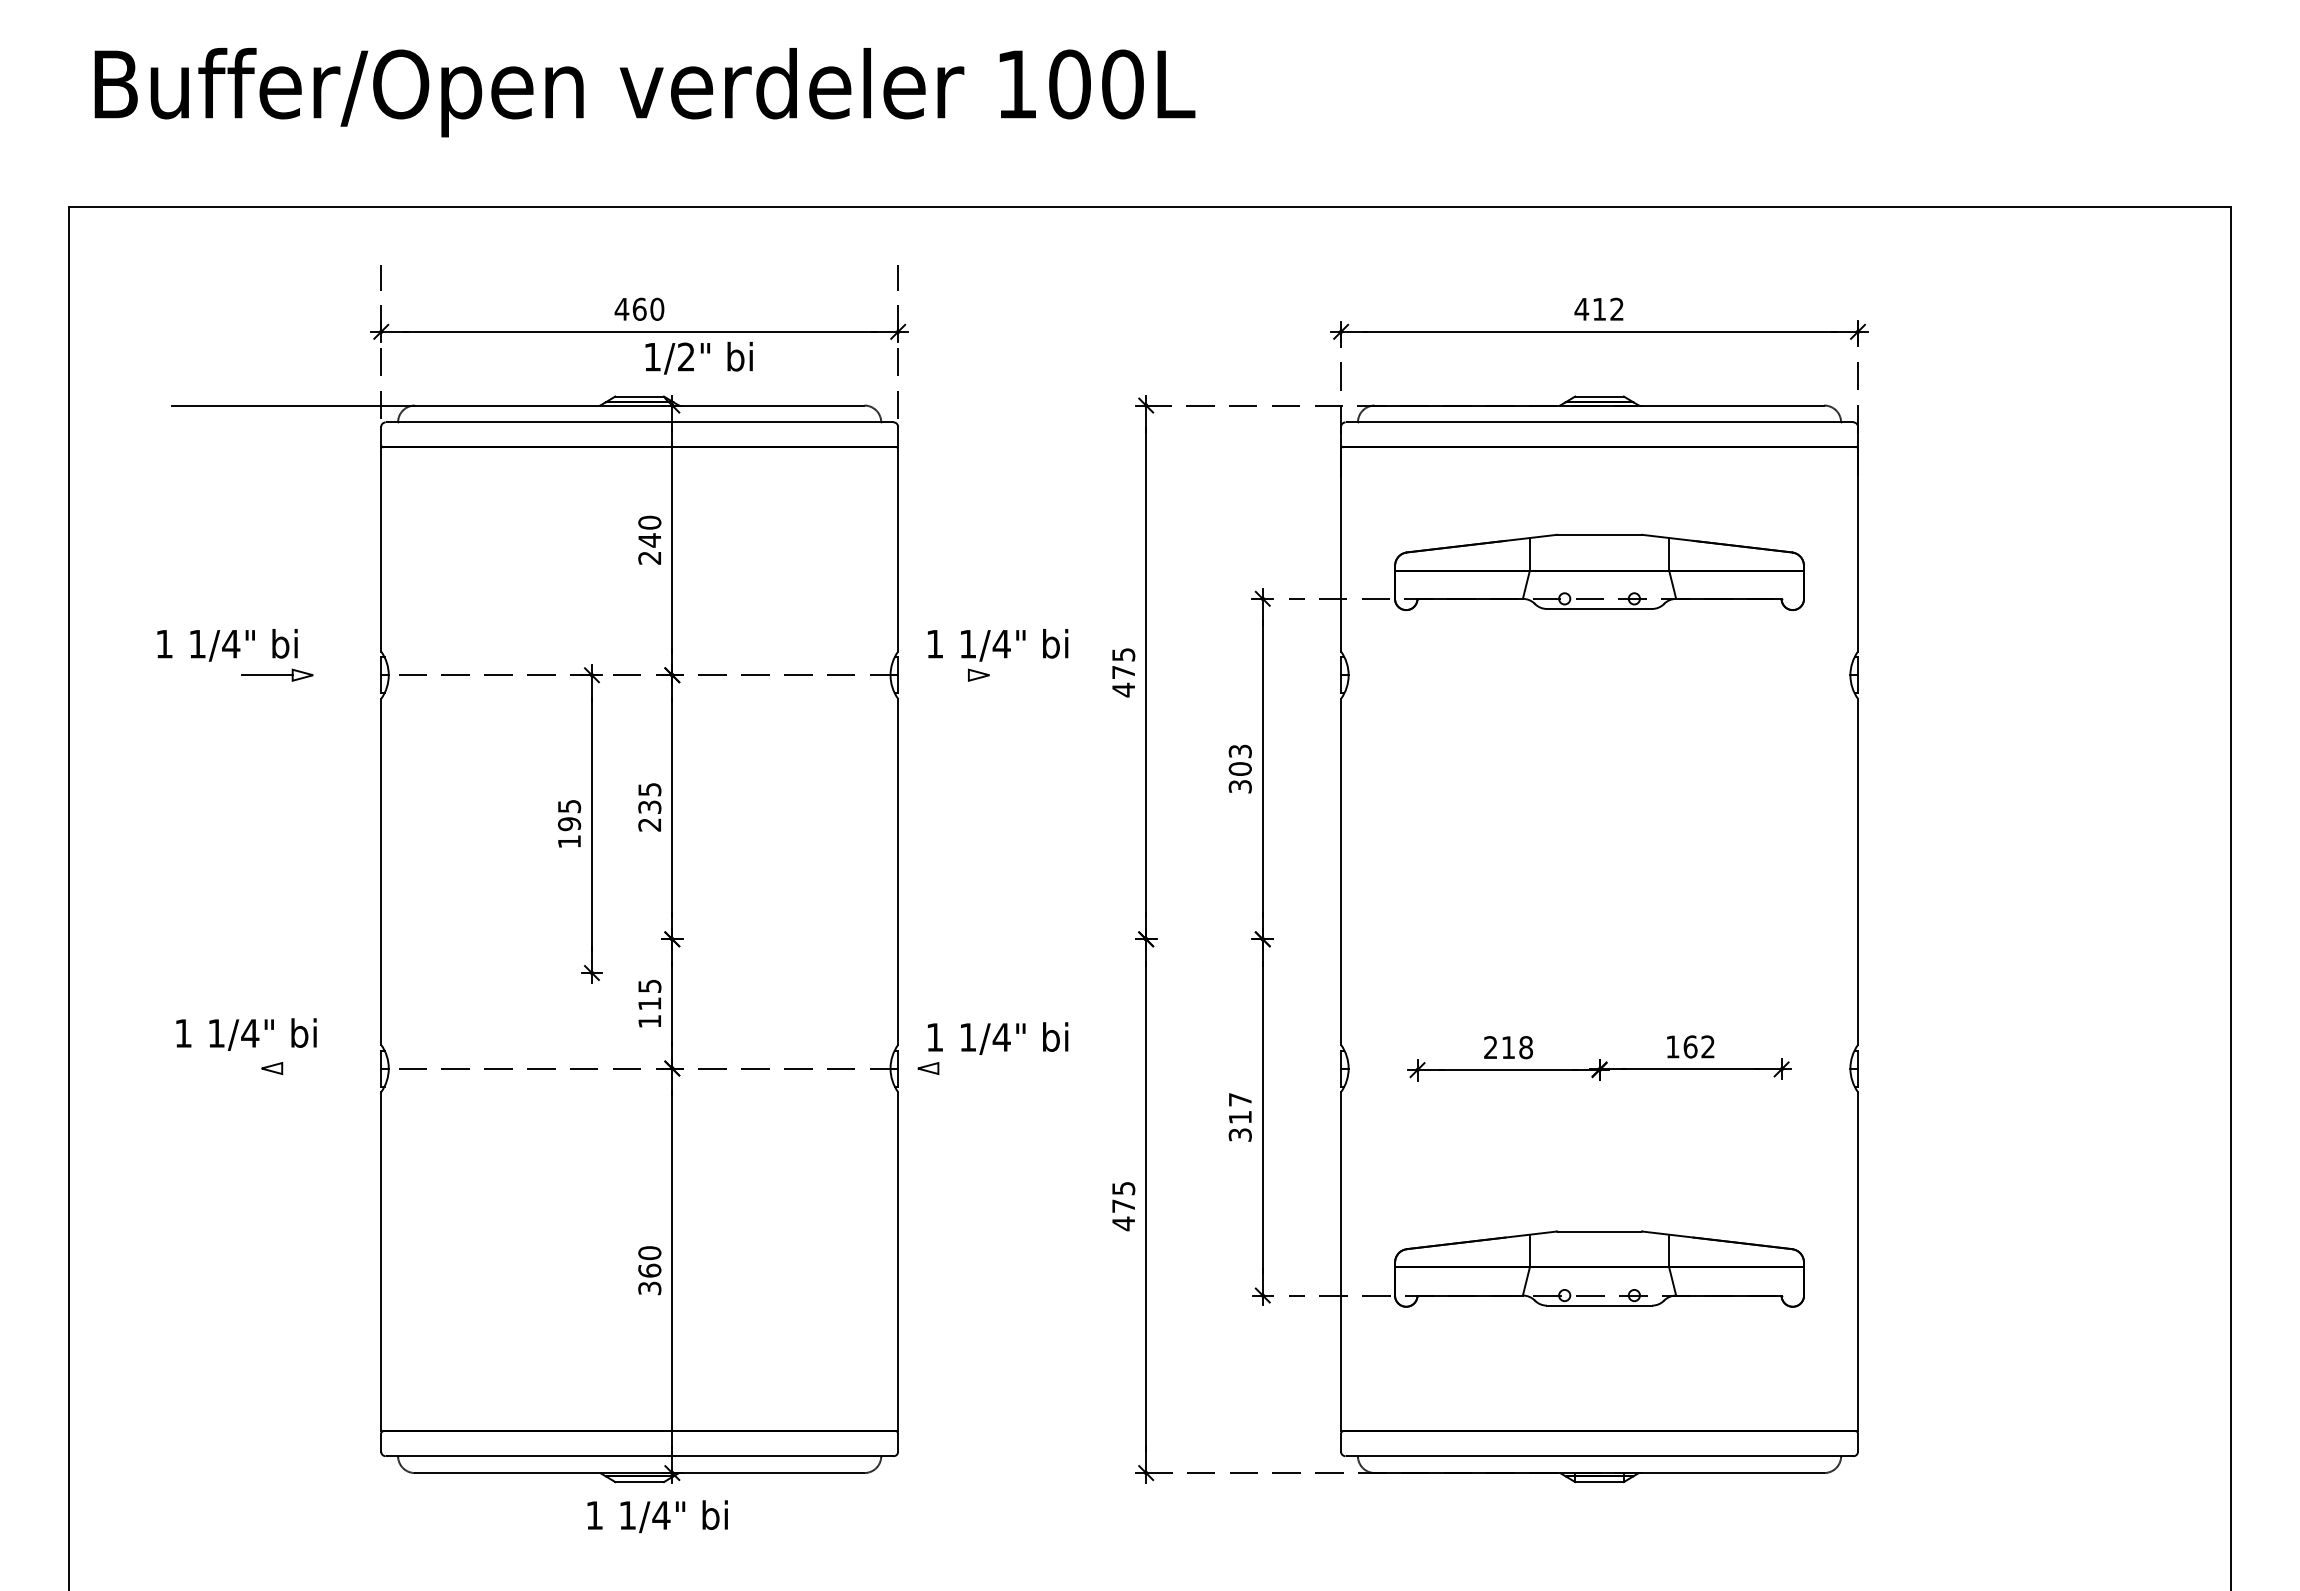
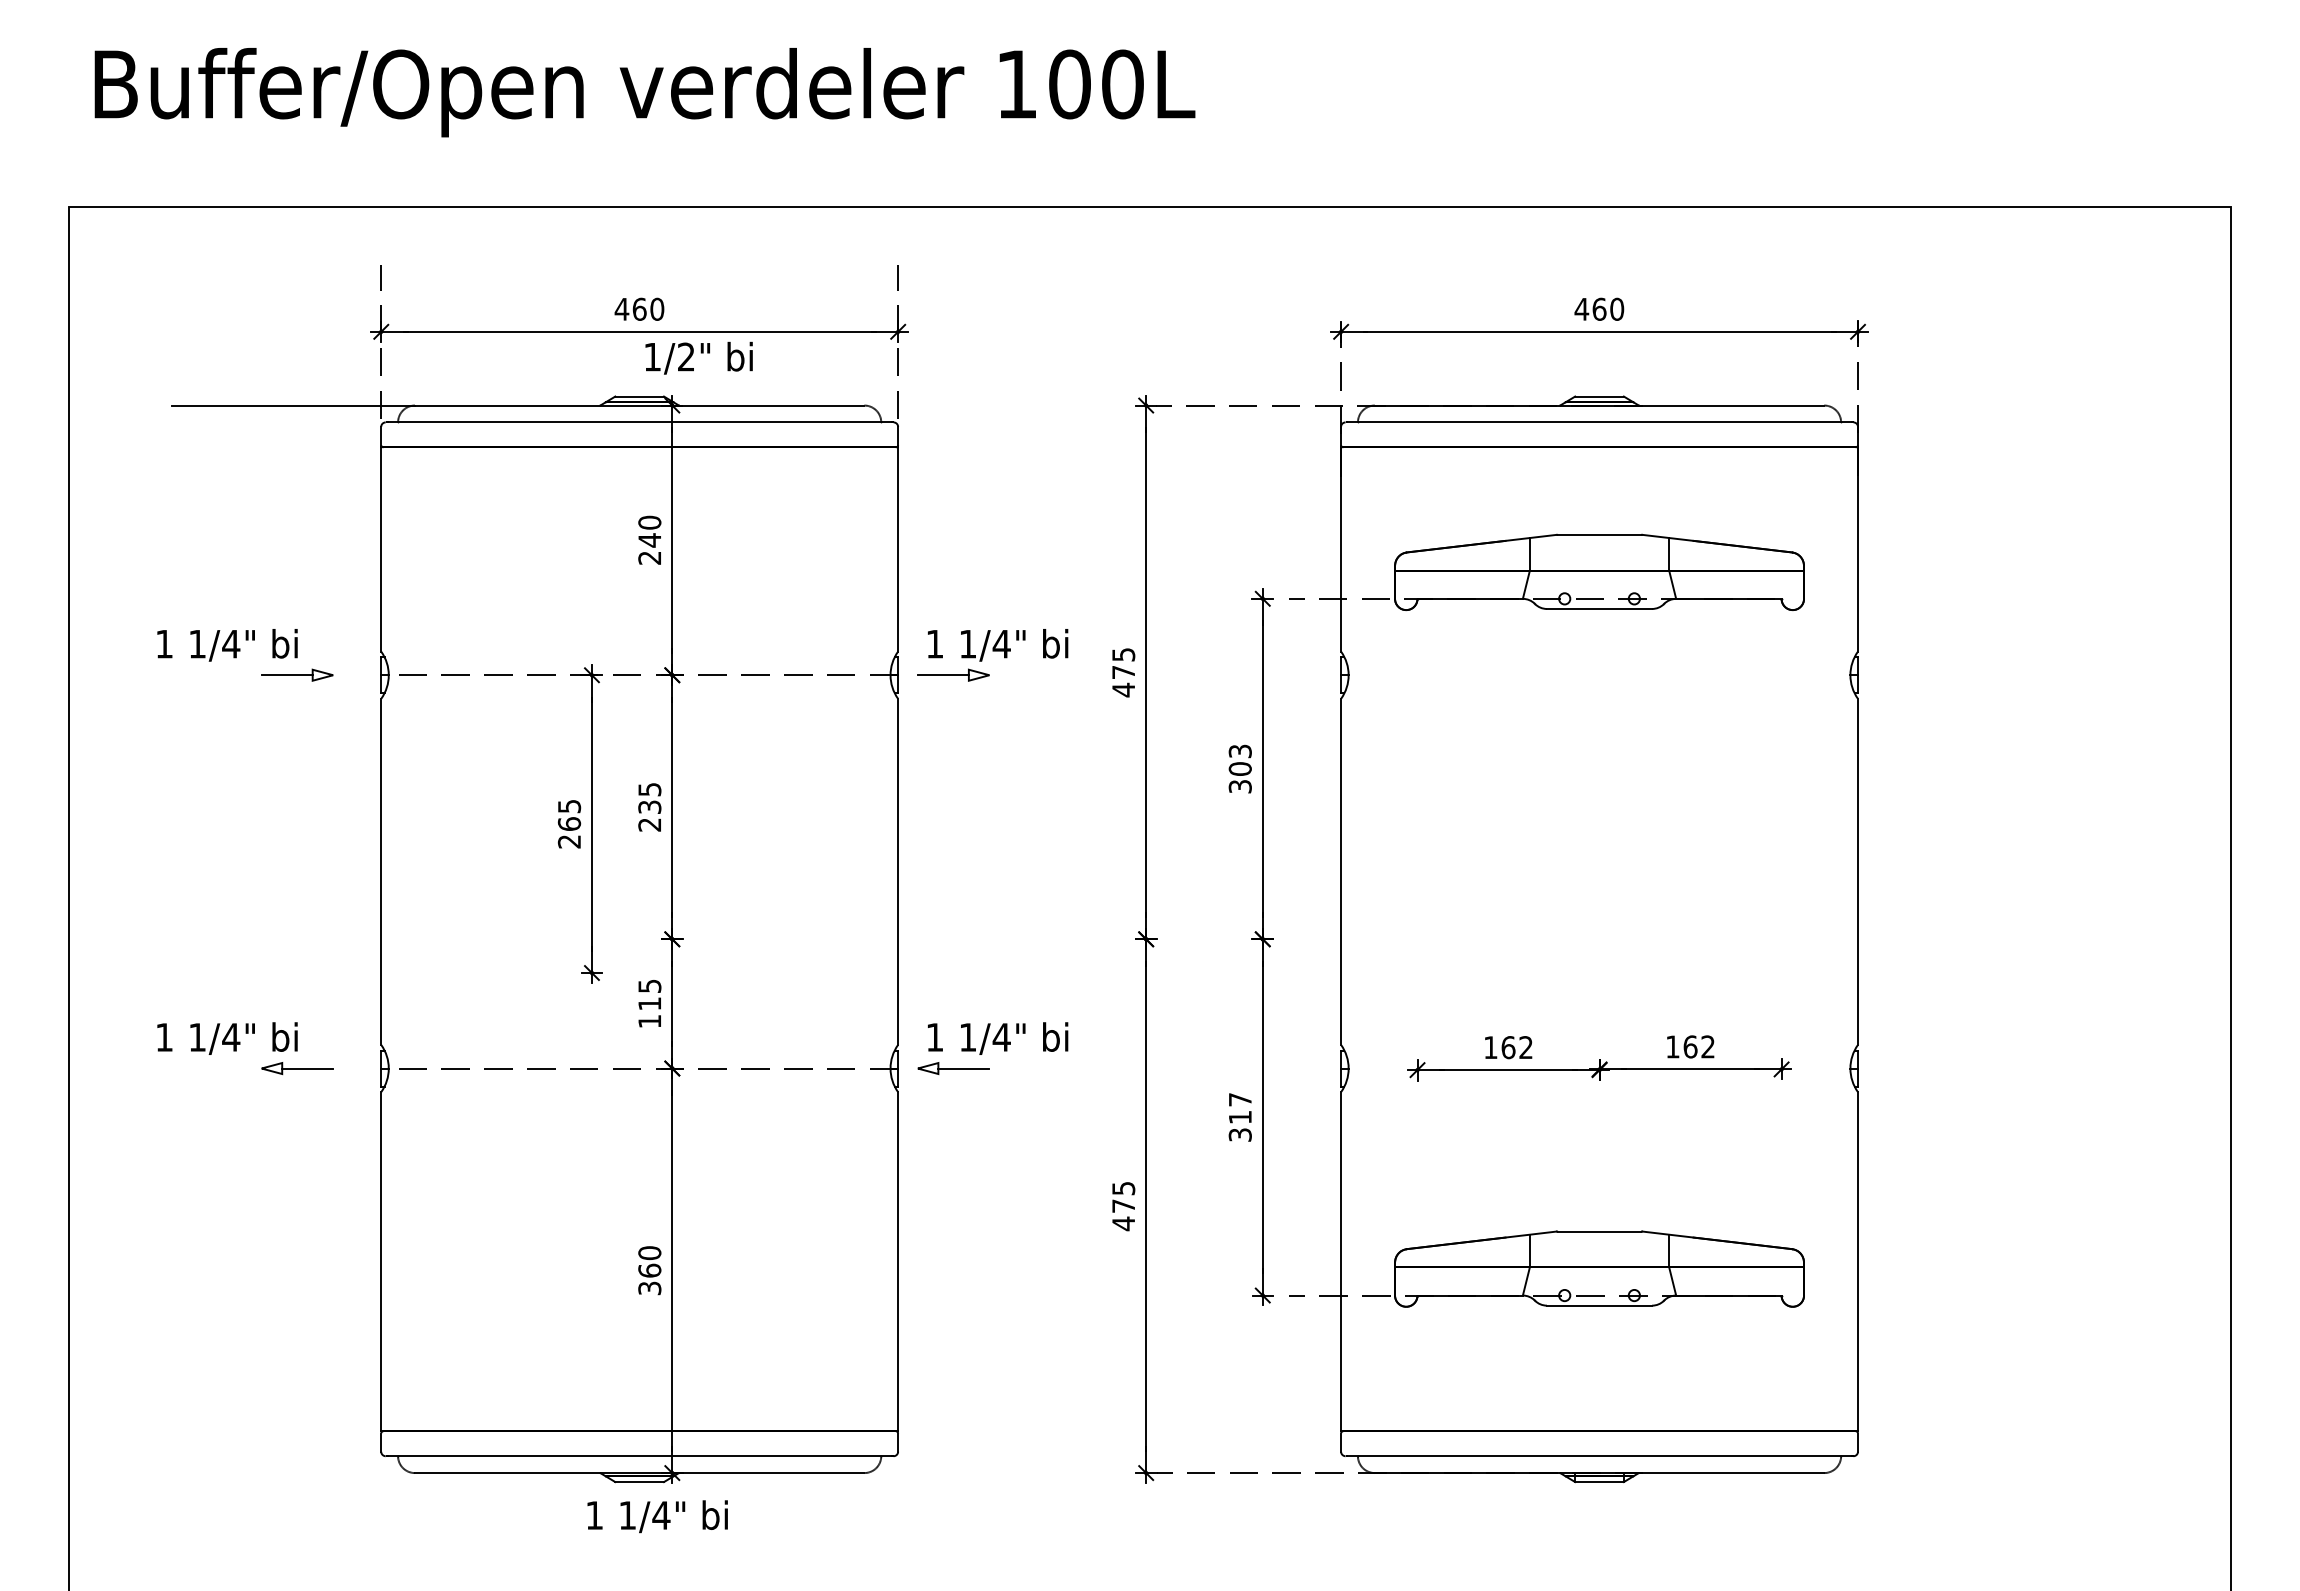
text at (1608, 308): 412 -> 460
part at (277, 674) position: (277, 674) -> (297, 674)
line at (942, 675): none -> present
text at (569, 832): 195 -> 265
text at (246, 1034) position: (246, 1034) -> (227, 1038)
text at (1508, 1047): 218 -> 162
line at (307, 1068): none -> present
line at (963, 1068): none -> present
